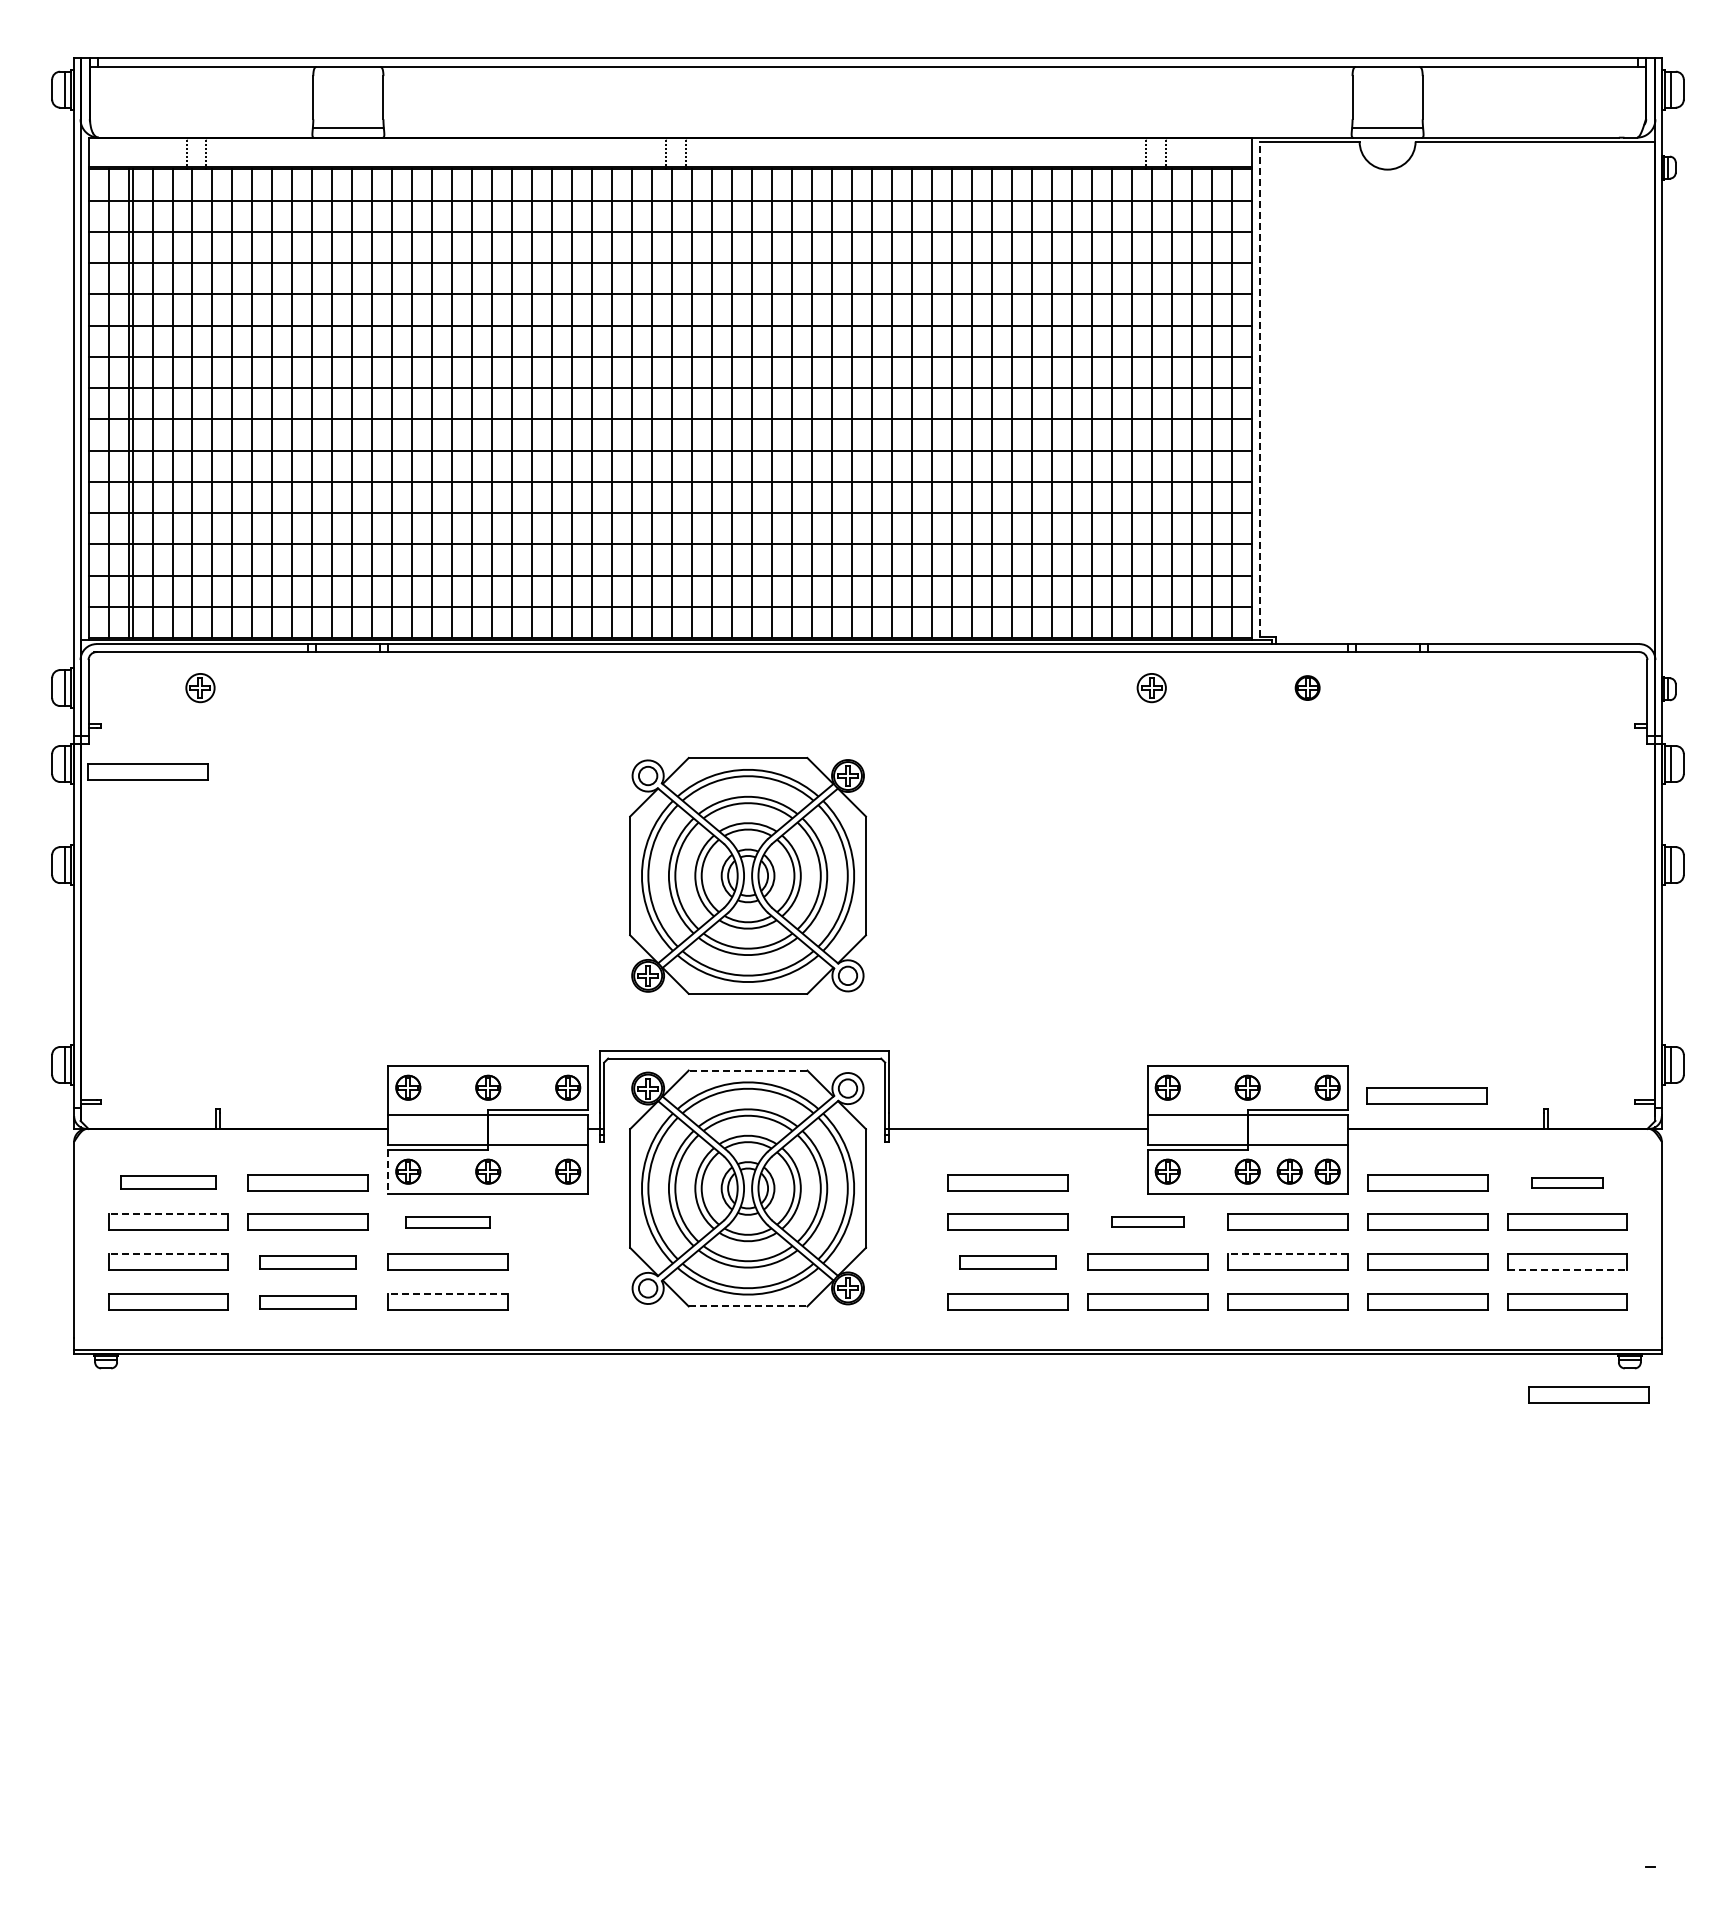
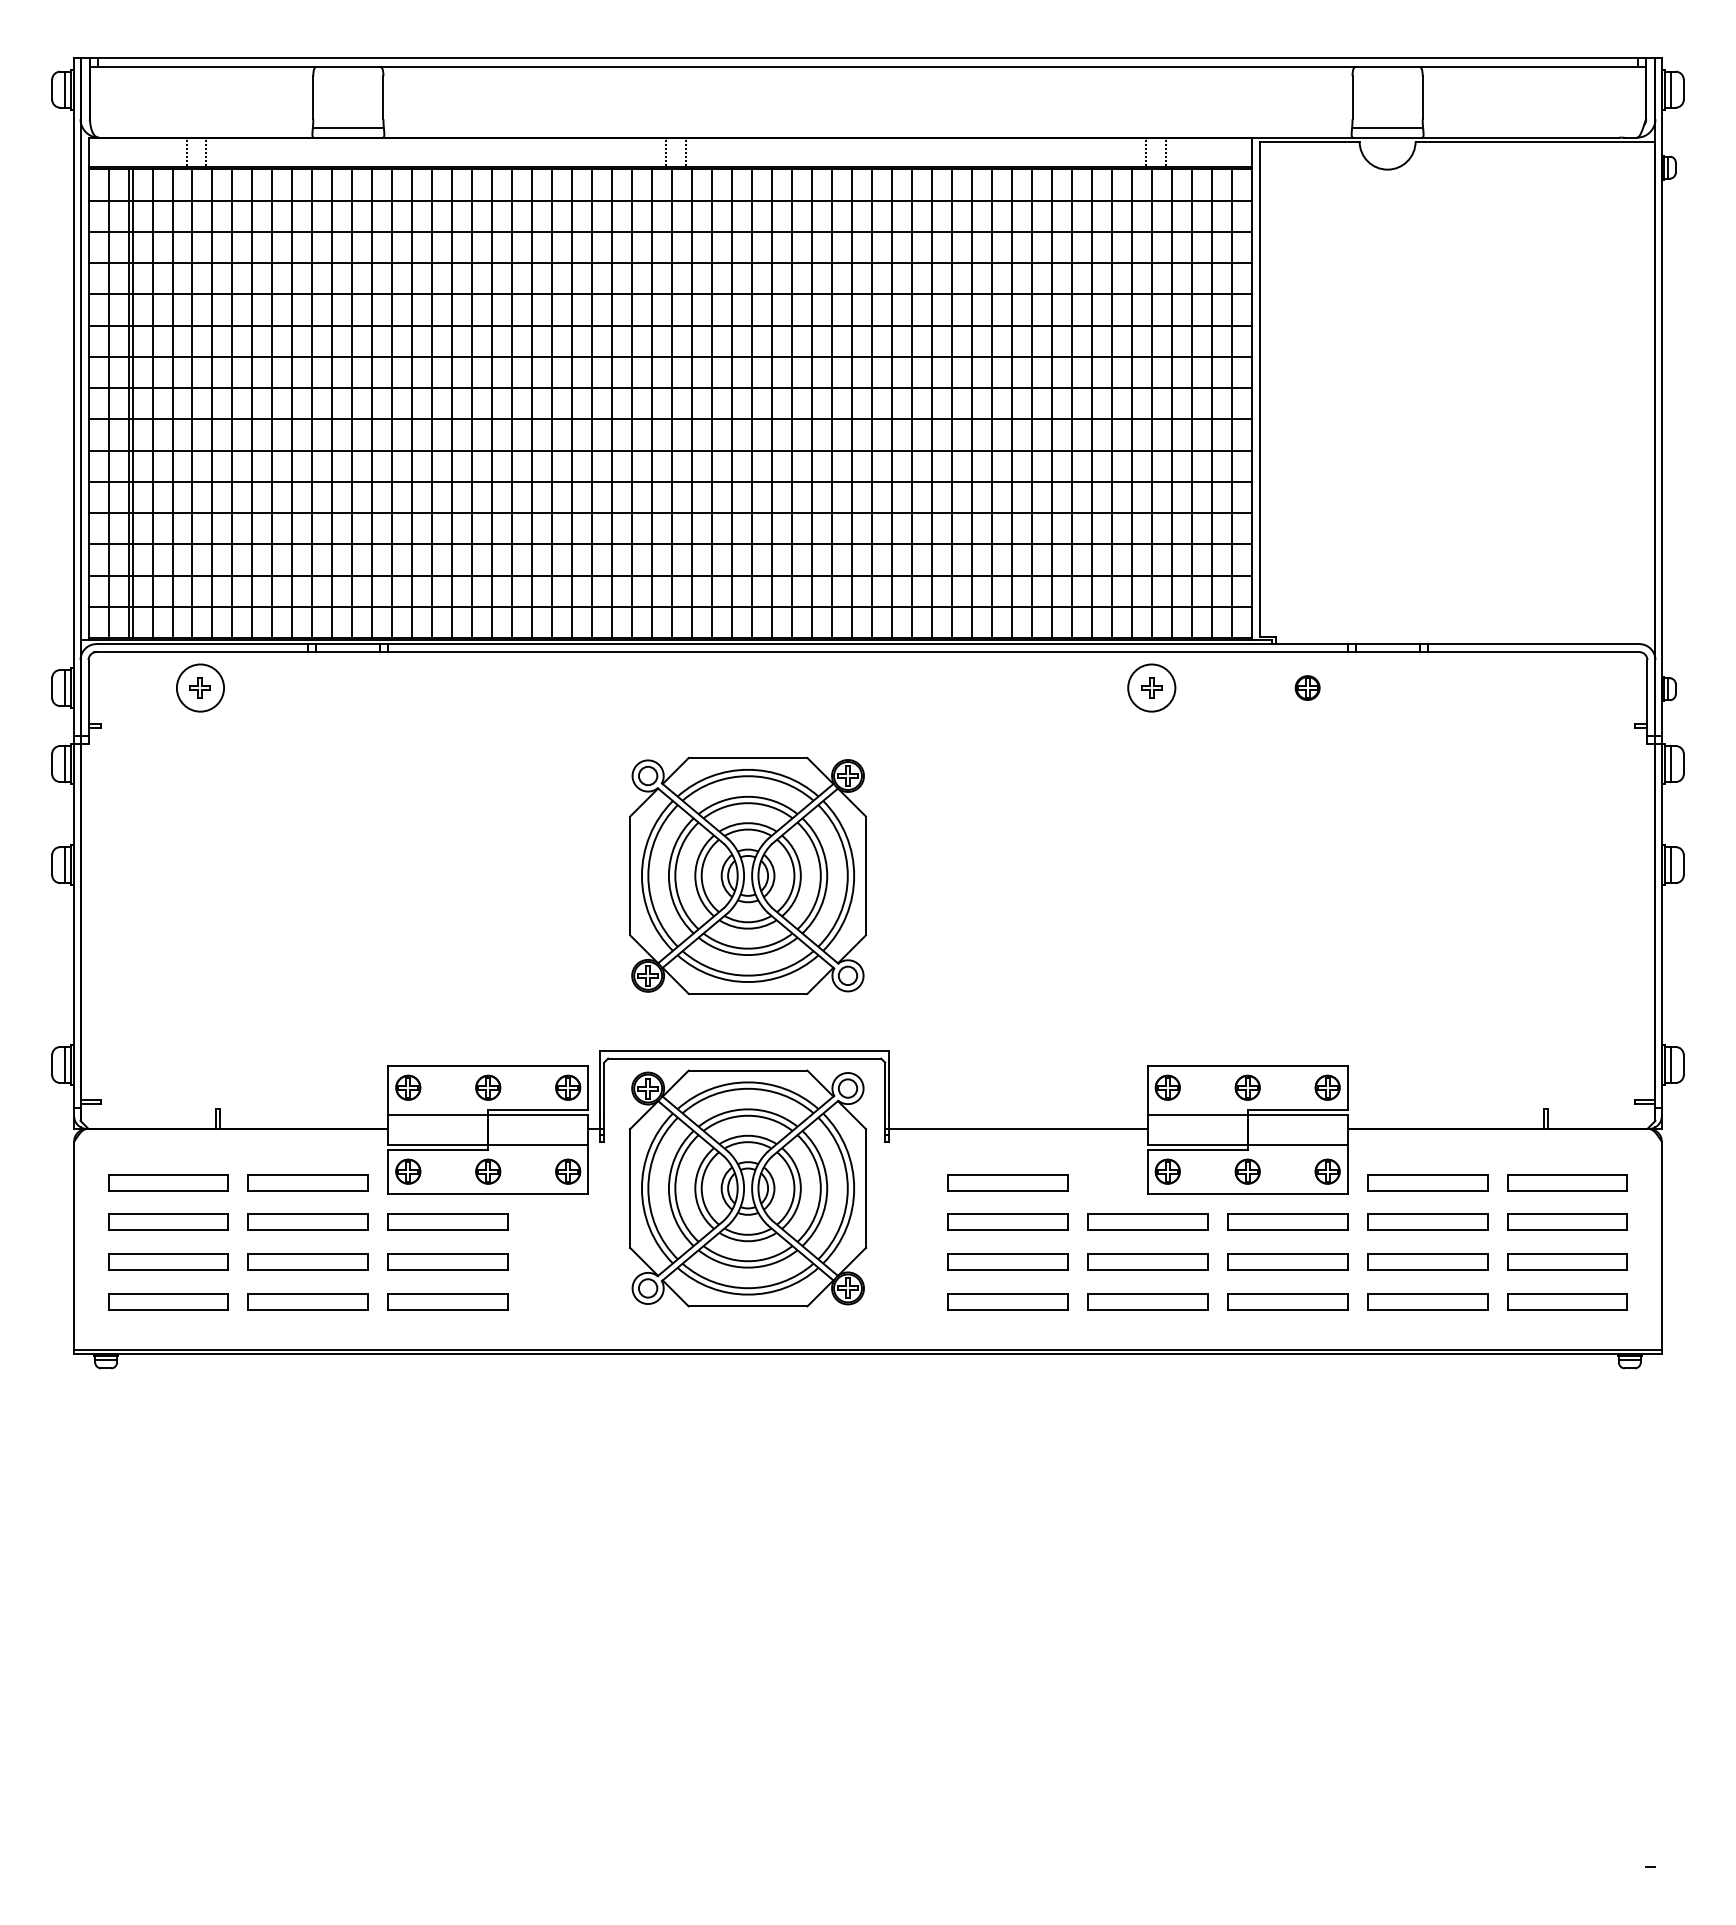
line at (1259, 389): dashed -> solid
circle at (200, 687) diameter: 28 px -> 47 px
circle at (1151, 687) diameter: 28 px -> 47 px
part at (147, 771): present -> none
line at (747, 1070): dashed -> solid
part at (1426, 1095): present -> none
line at (388, 1171): dashed -> solid
part at (1289, 1171): present -> none
part at (168, 1182) size: 97x15 px -> 121x18 px
part at (1567, 1182) size: 73x12 px -> 121x18 px
line at (168, 1214): dashed -> solid
part at (1147, 1221) size: 74x12 px -> 122x18 px
part at (447, 1222) size: 86x13 px -> 122x18 px
line at (168, 1254): dashed -> solid
line at (1287, 1254): dashed -> solid
part at (307, 1262) size: 98x15 px -> 122x18 px
part at (1007, 1262) size: 98x15 px -> 122x18 px
line at (1567, 1270): dashed -> solid
line at (448, 1294): dashed -> solid
part at (307, 1302) size: 98x15 px -> 122x18 px
line at (748, 1306): dashed -> solid
part at (1588, 1394): present -> none
